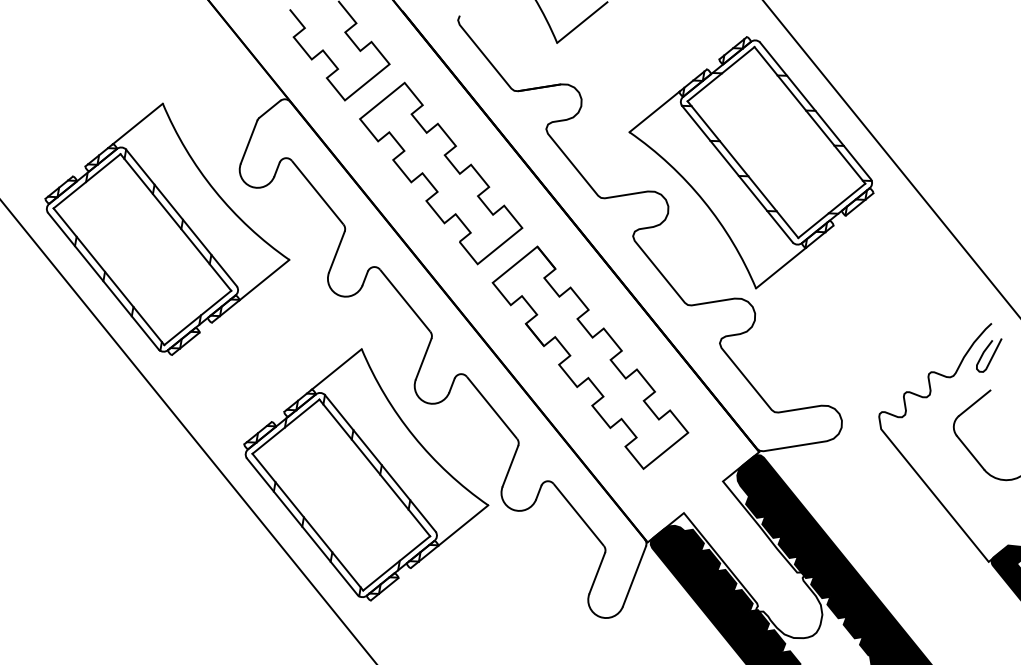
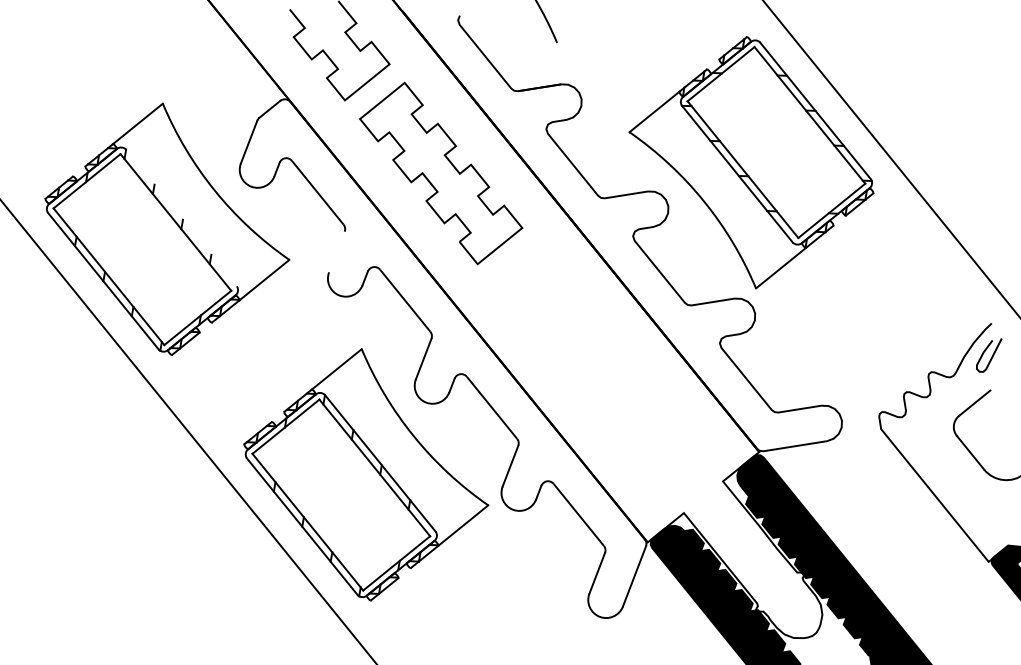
line at (582, 22): present -> none
line at (181, 217): present -> none
line at (336, 251): present -> none
part at (590, 357): present -> none
